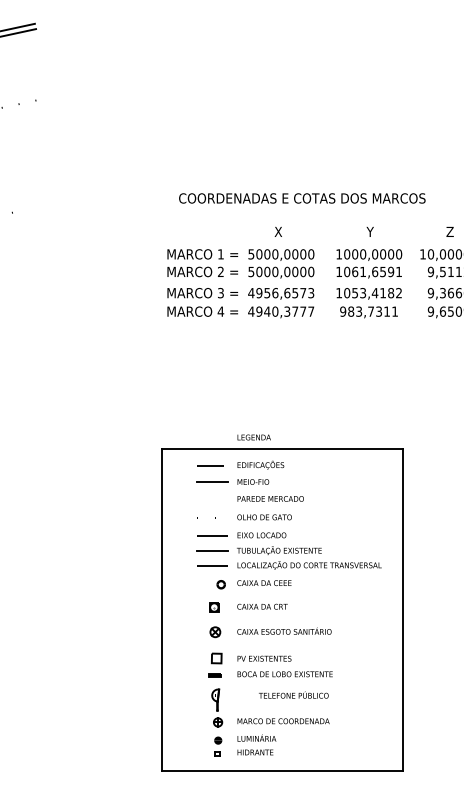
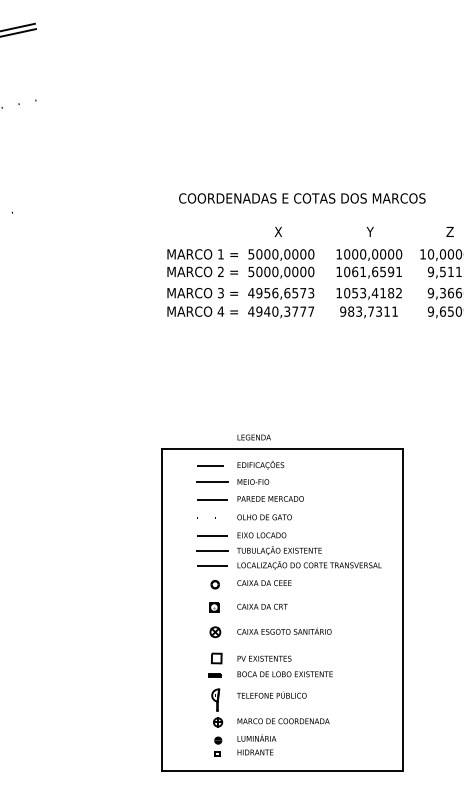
line at (212, 500): none -> present
part at (220, 584) position: (220, 584) -> (214, 584)
text at (293, 694) position: (293, 694) -> (271, 694)
